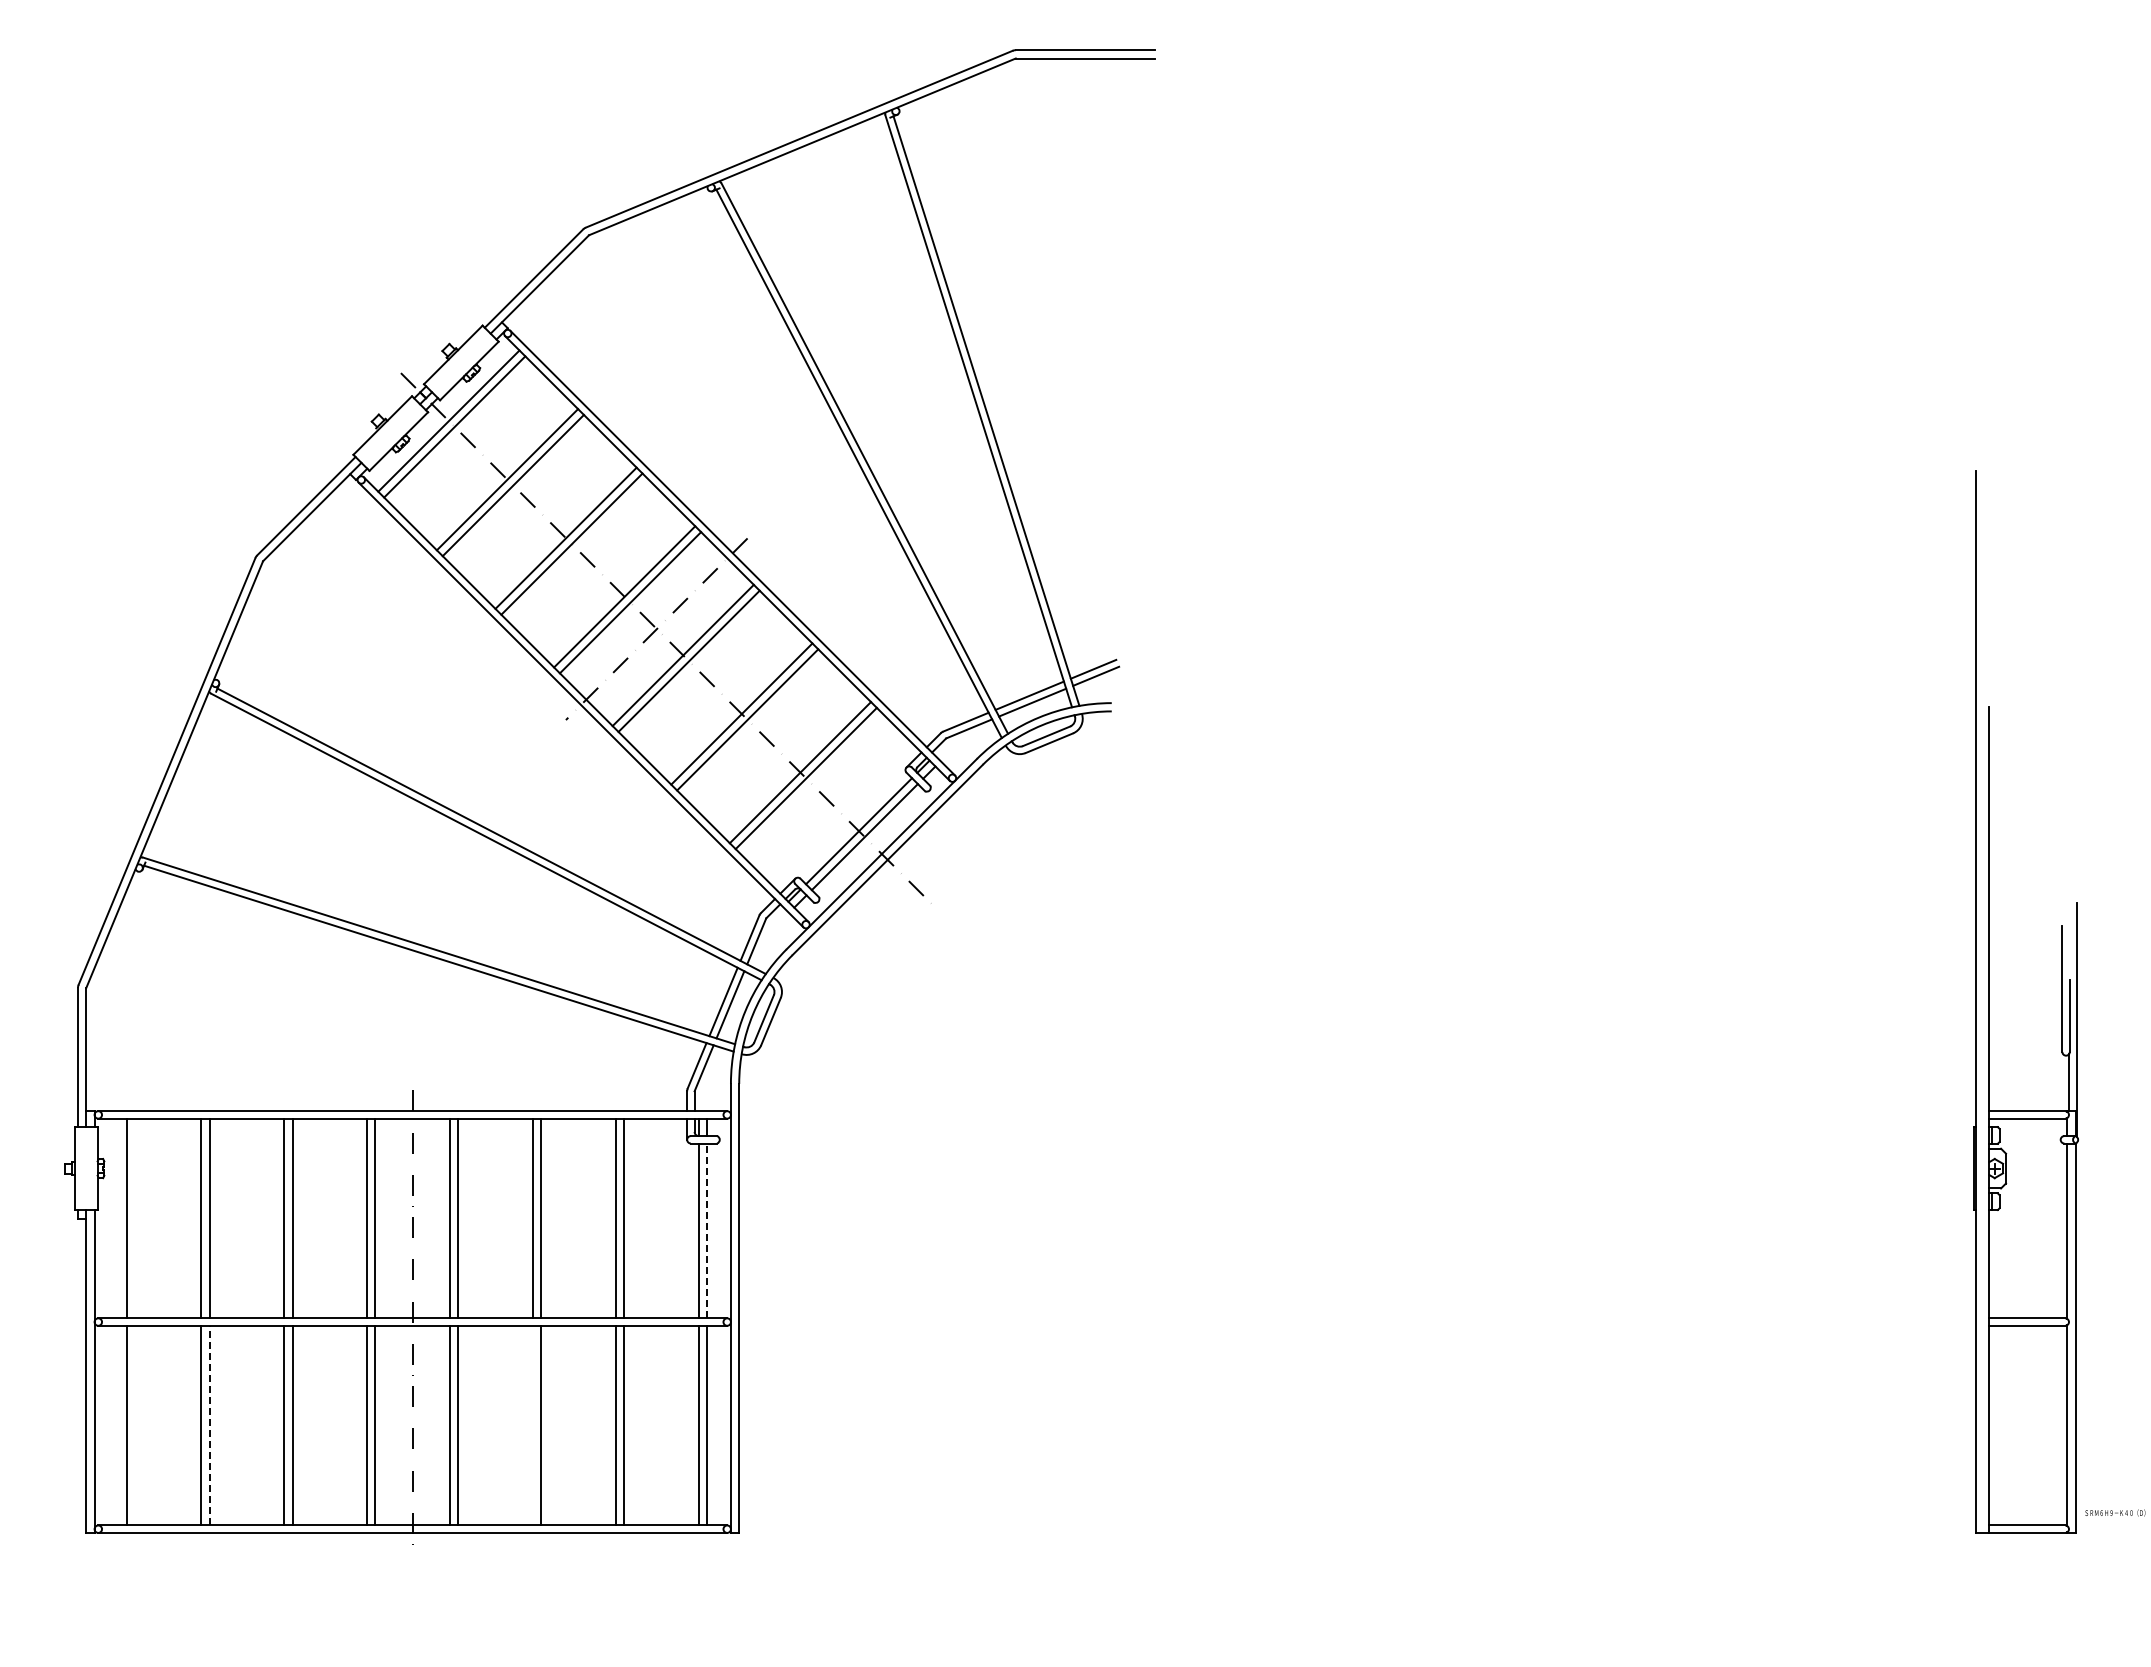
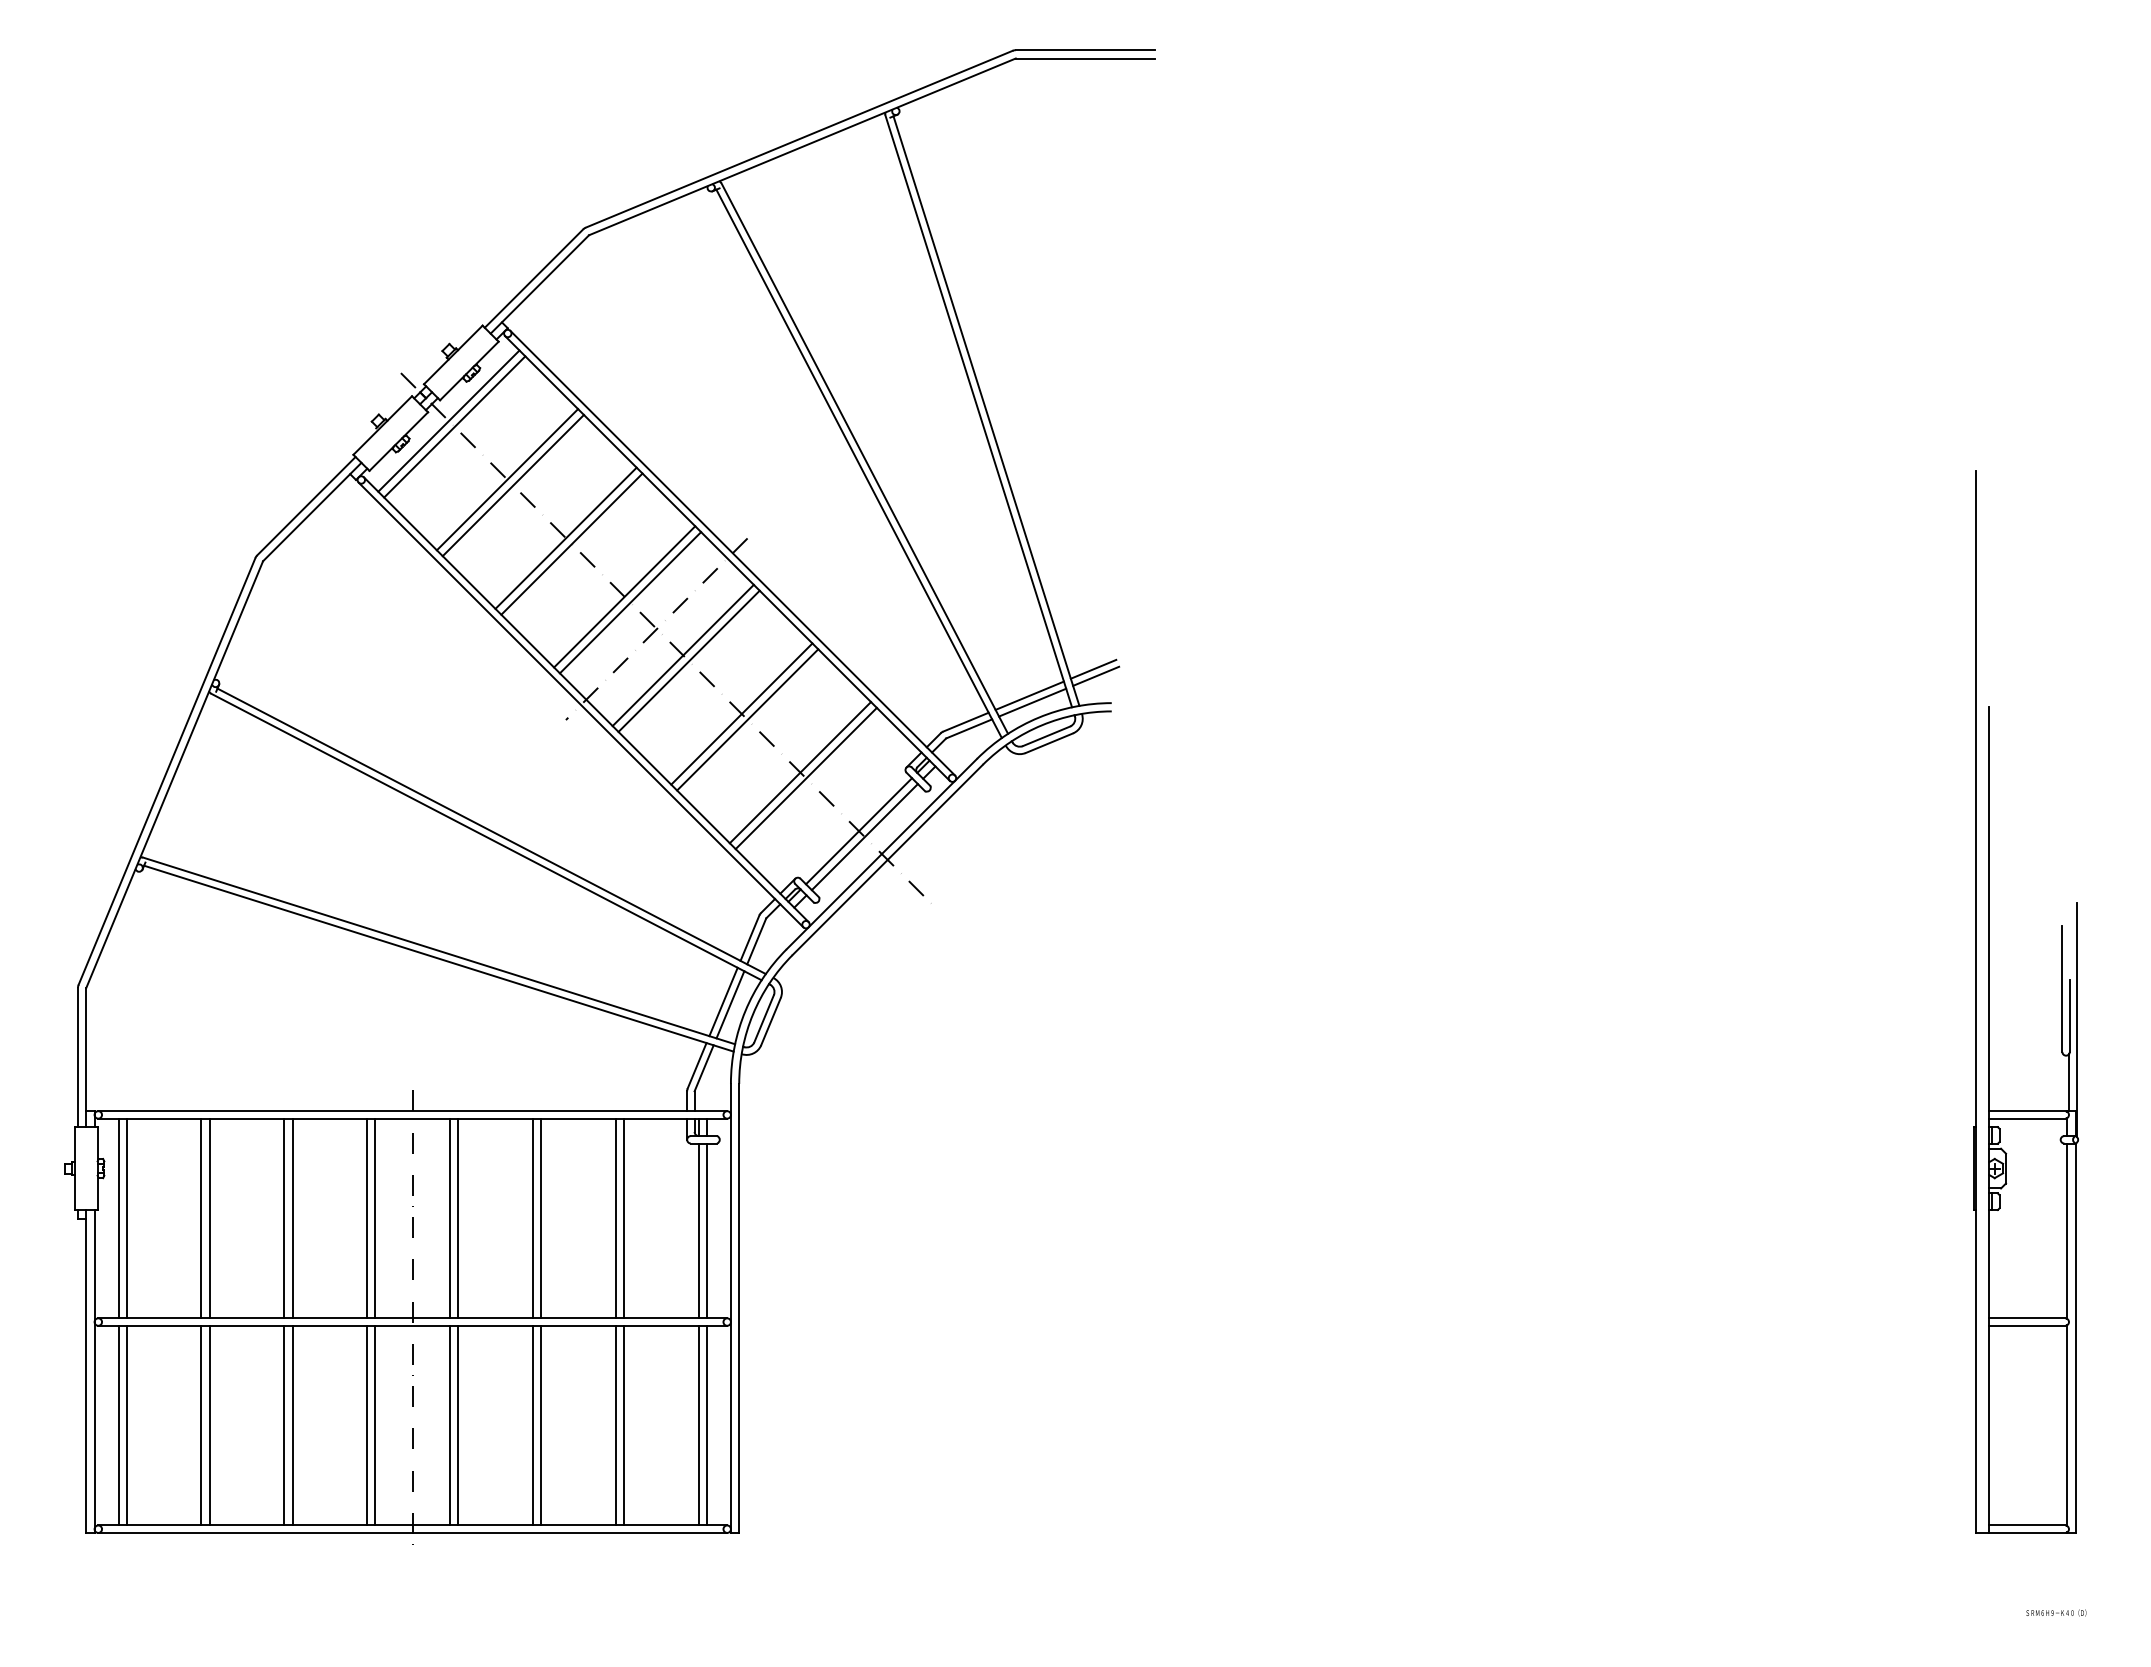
line at (118, 1218): none -> present
line at (706, 1230): dashed -> solid
line at (118, 1425): none -> present
line at (209, 1425): dashed -> solid
line at (532, 1425): none -> present
text at (2115, 1512) position: (2115, 1512) -> (2056, 1612)
